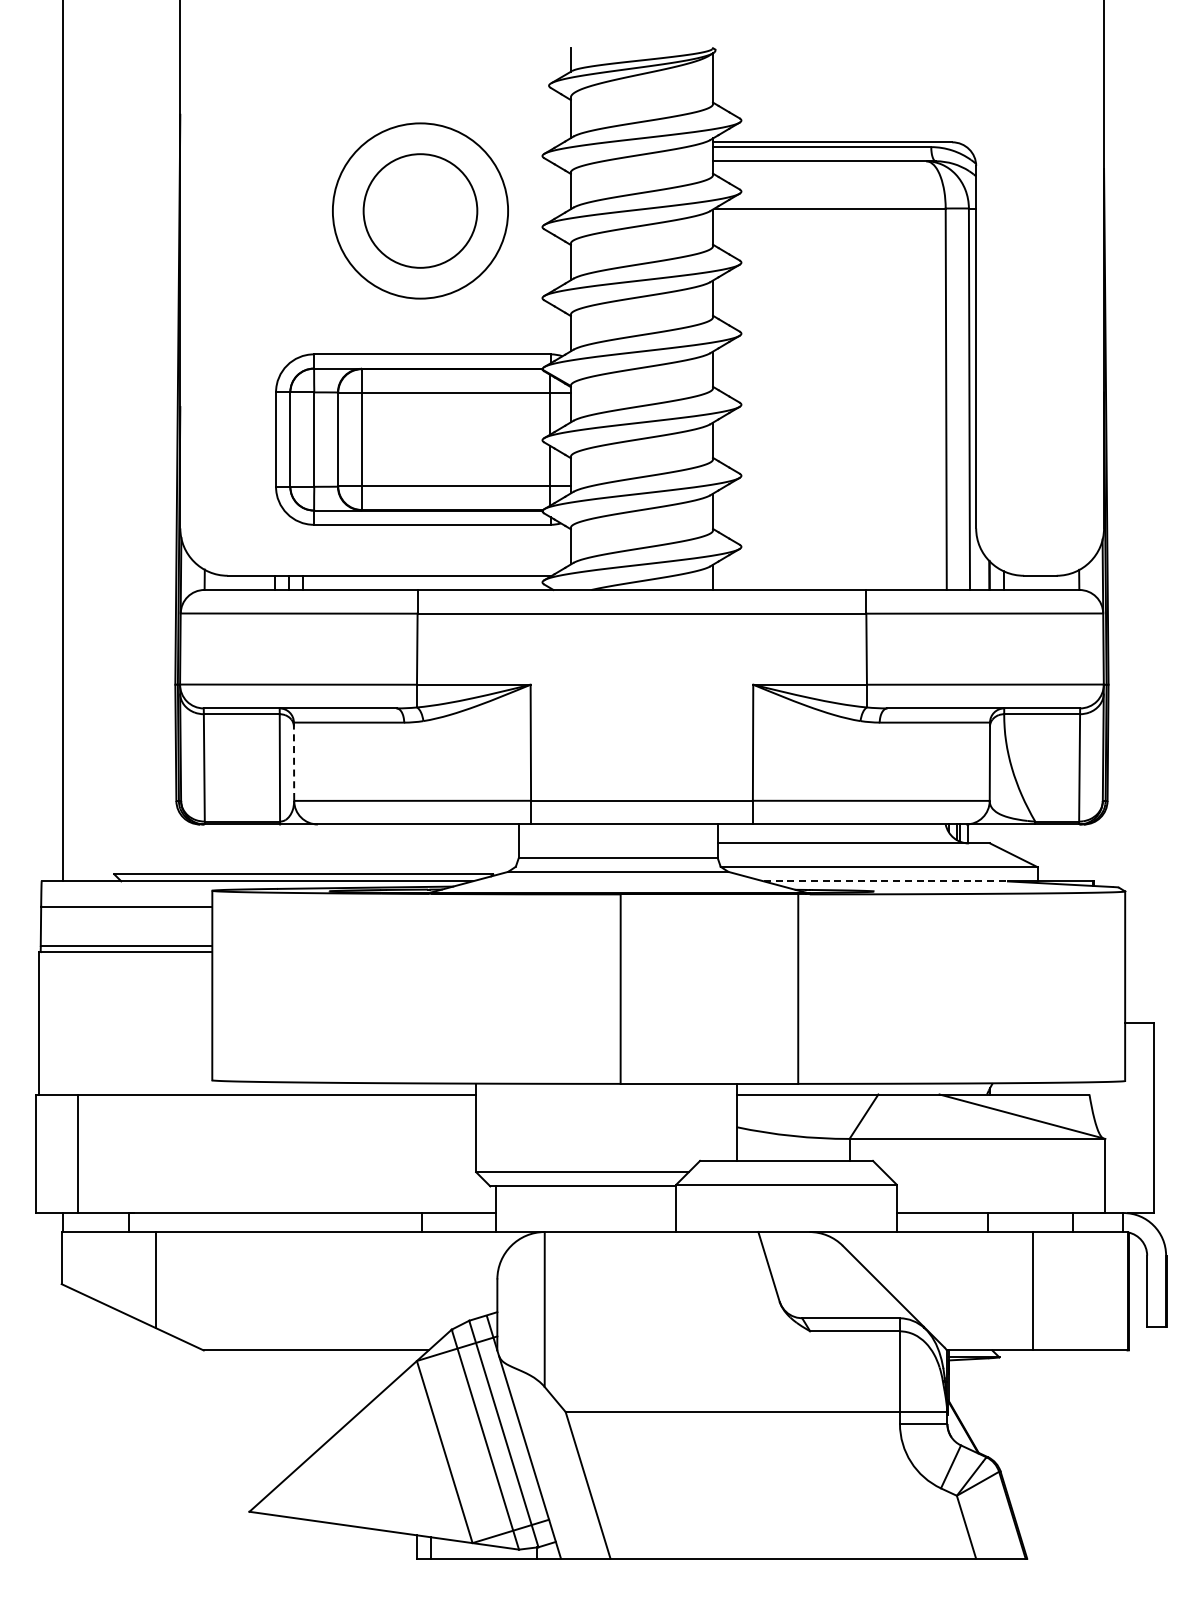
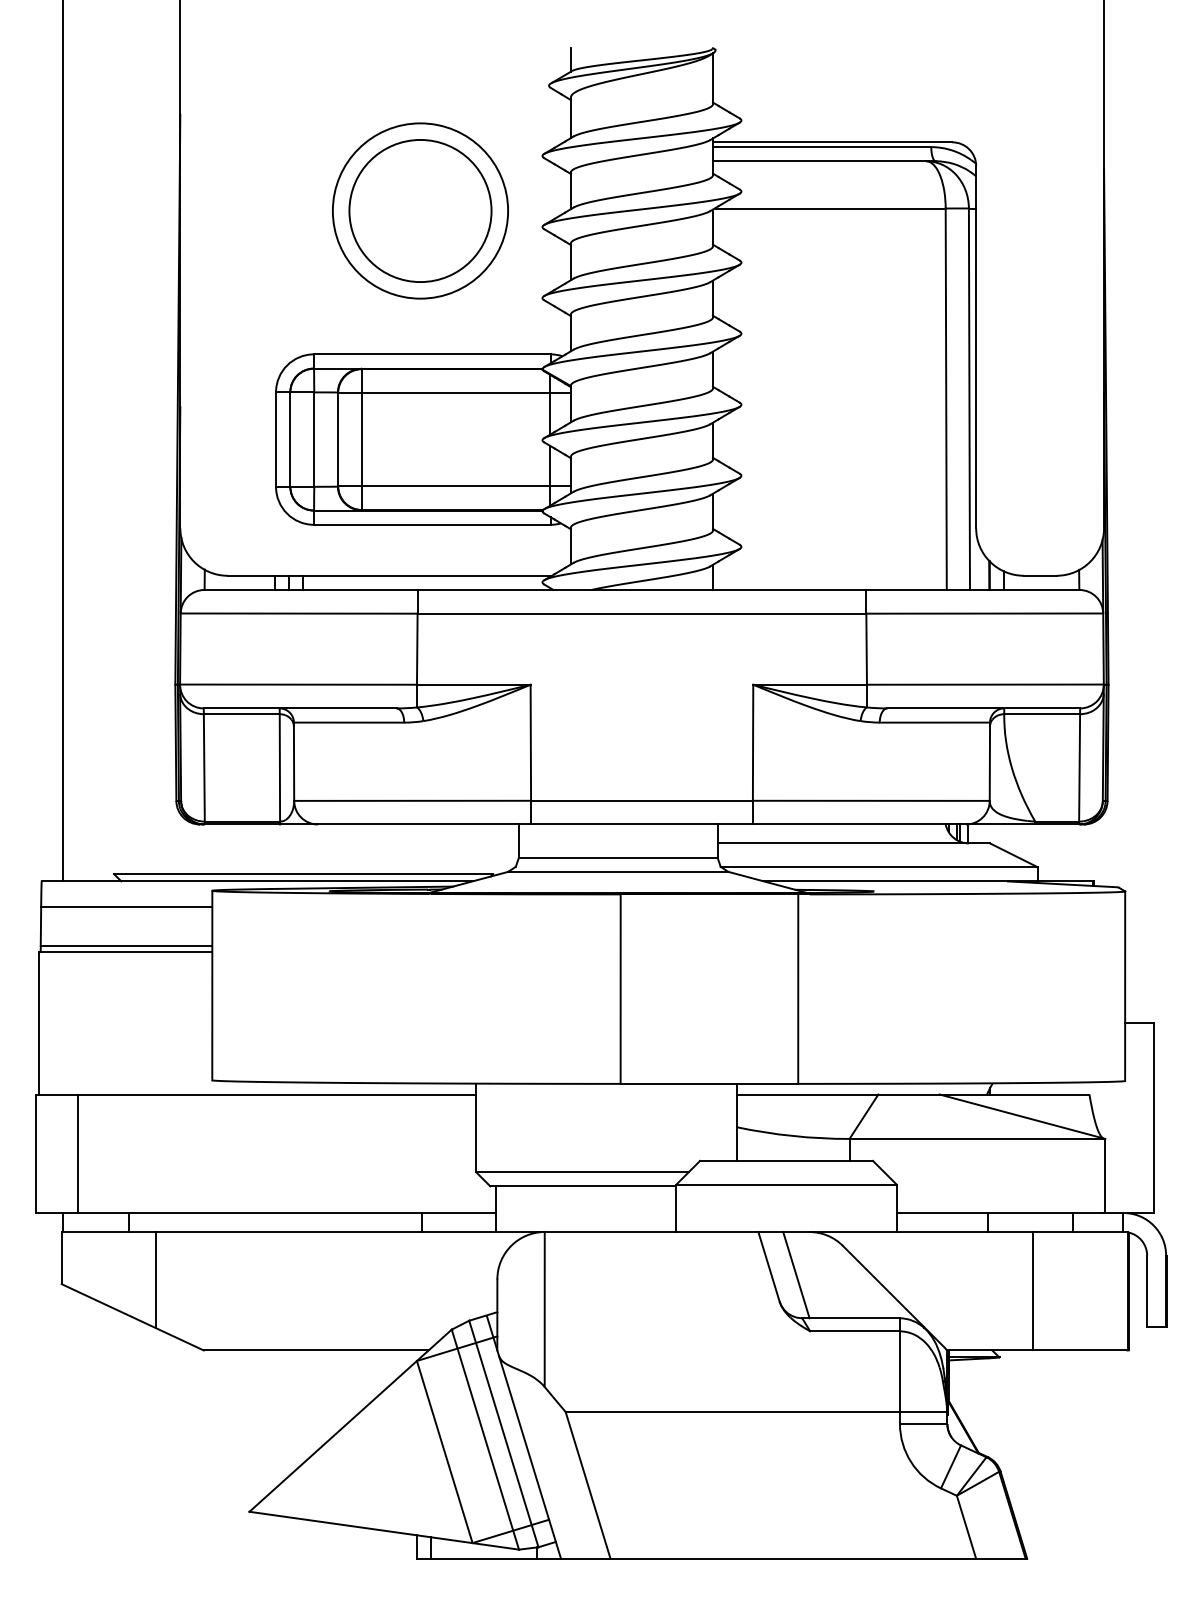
circle at (420, 210) diameter: 114 px -> 142 px
line at (294, 762): dashed -> solid
line at (885, 881): dashed -> solid
line at (796, 1275): none -> present
